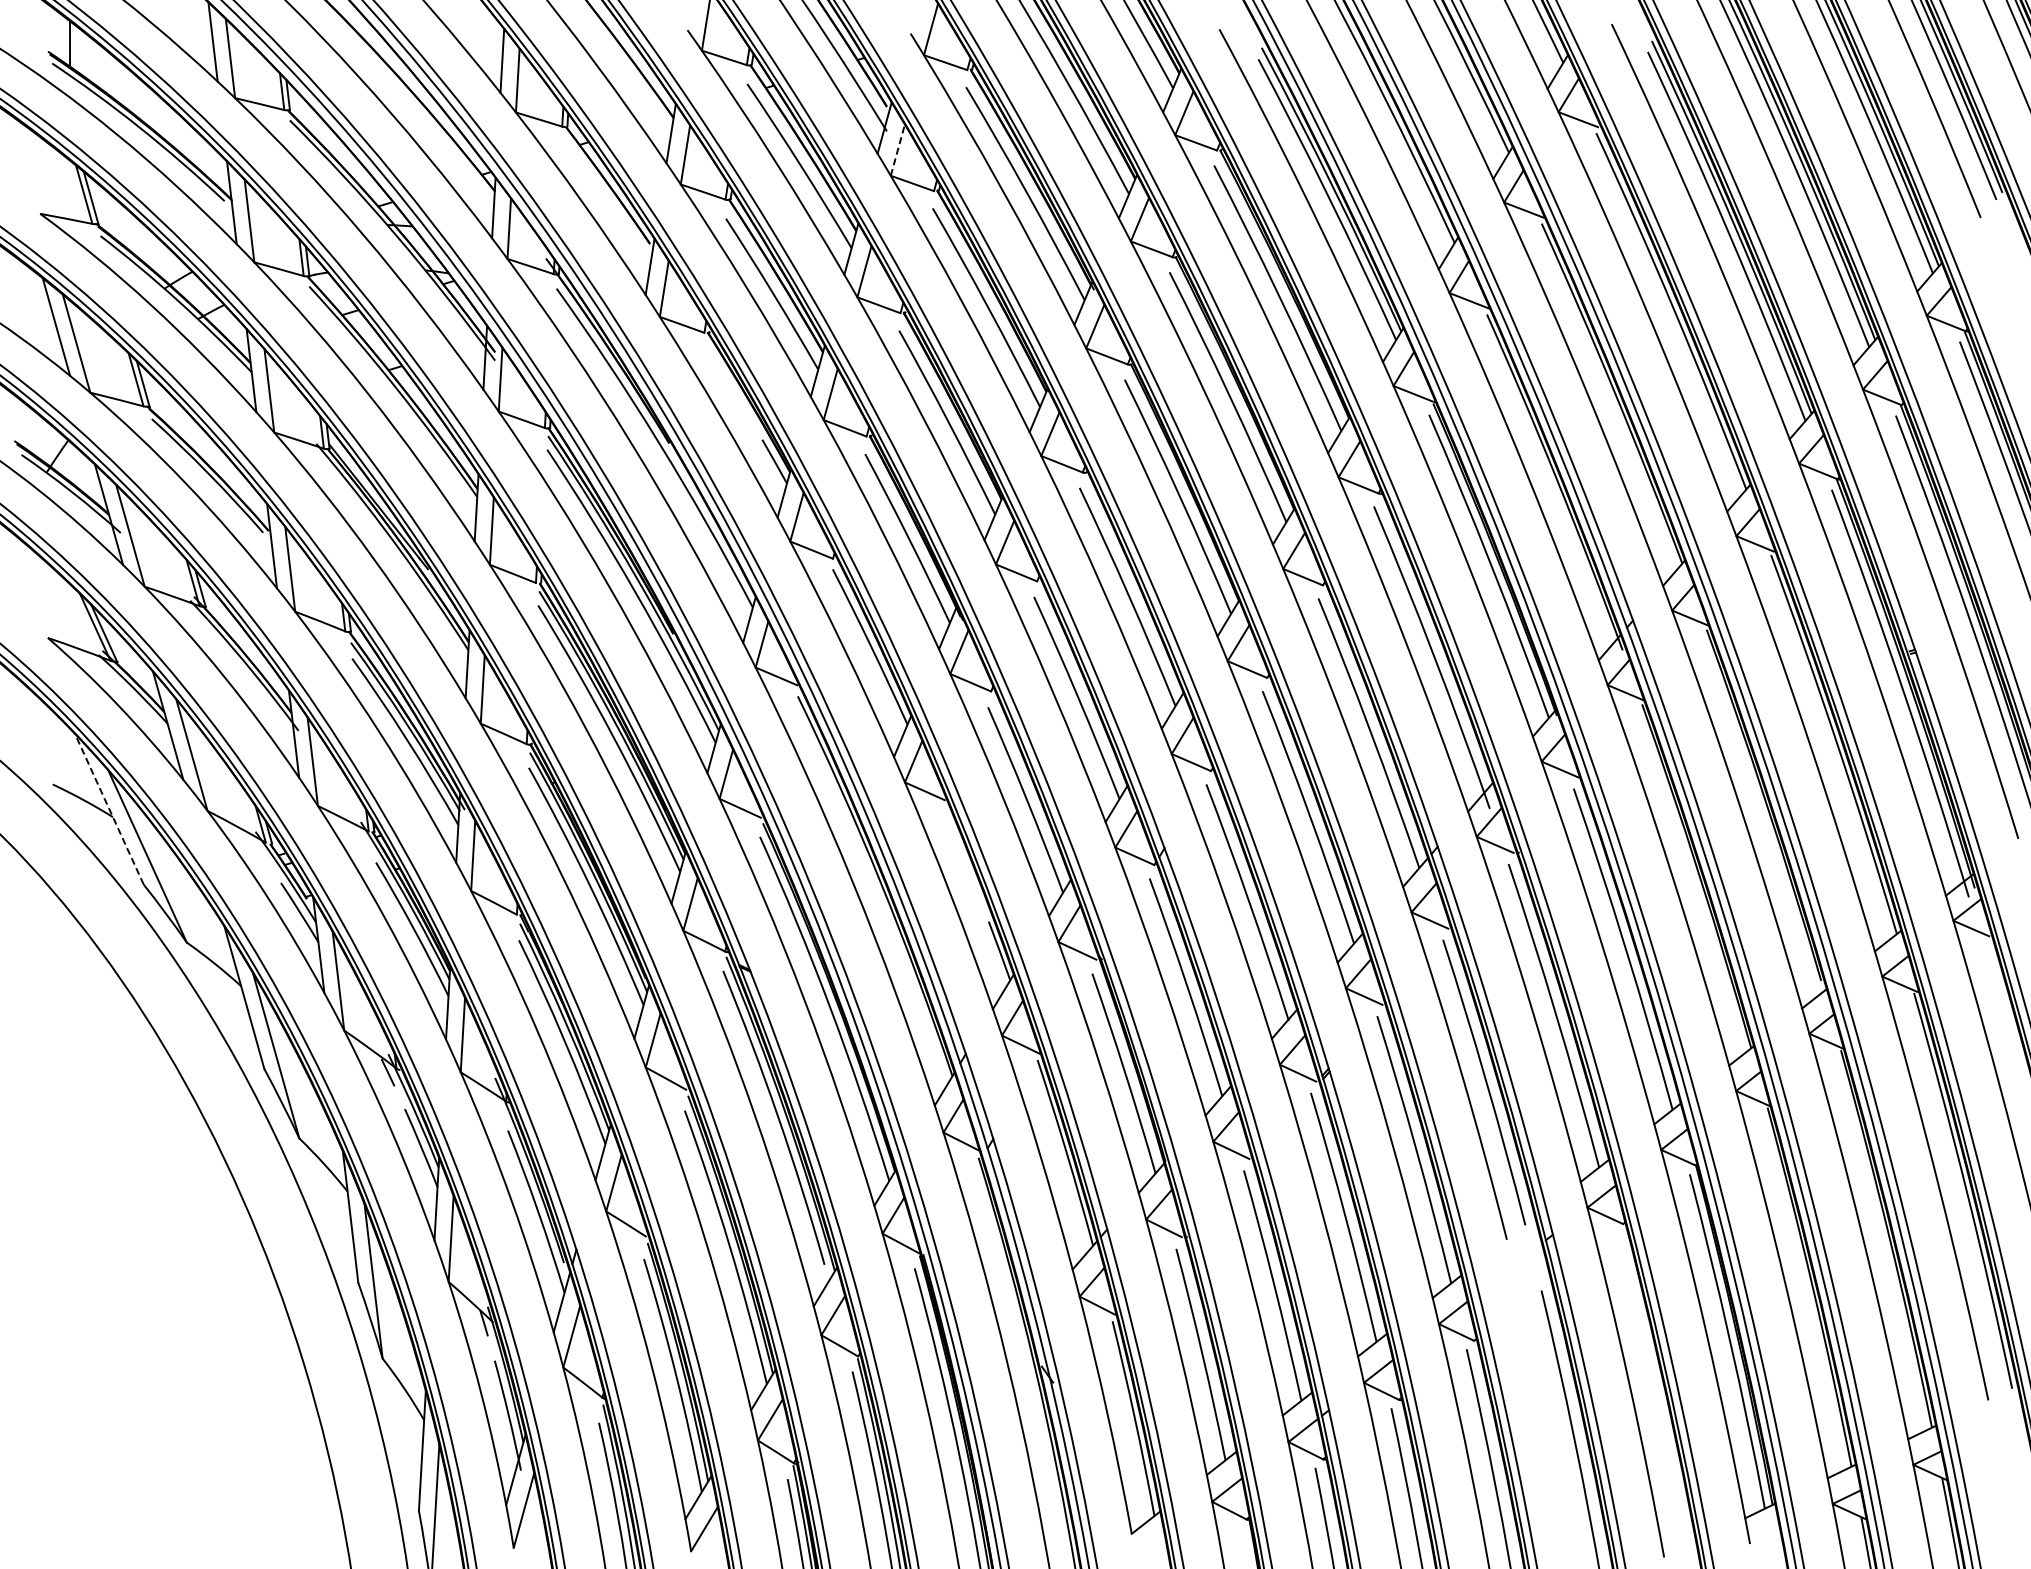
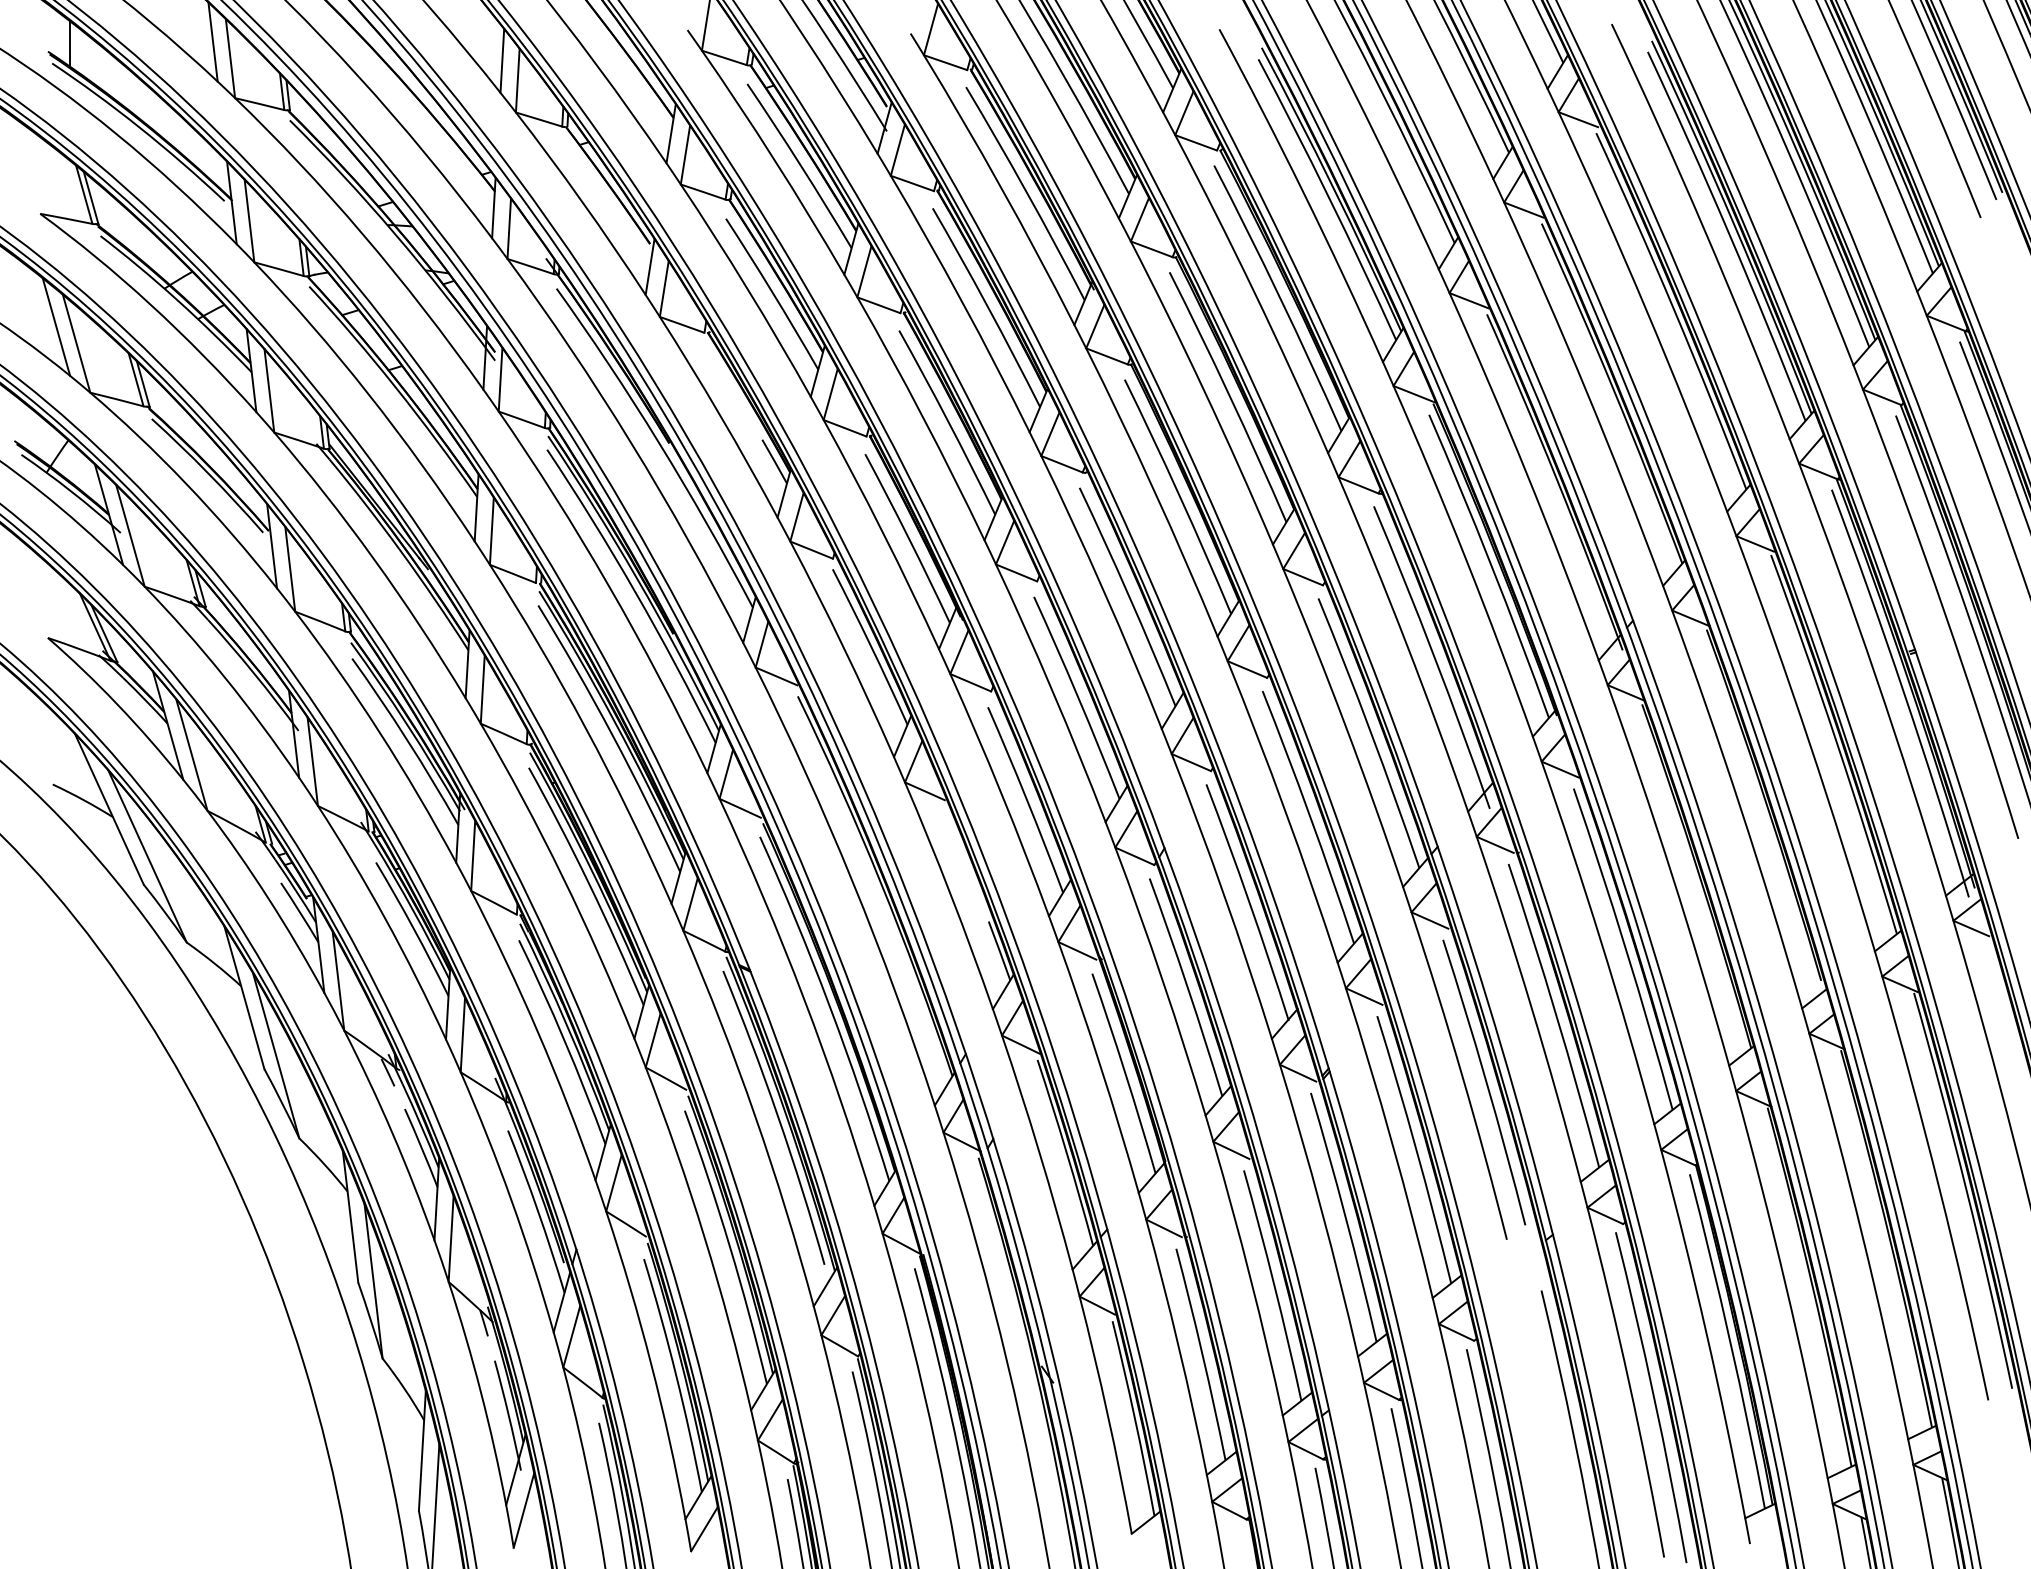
line at (897, 149): dashed -> solid
line at (109, 809): dashed -> solid
curve at (1652, 1396): none -> present
